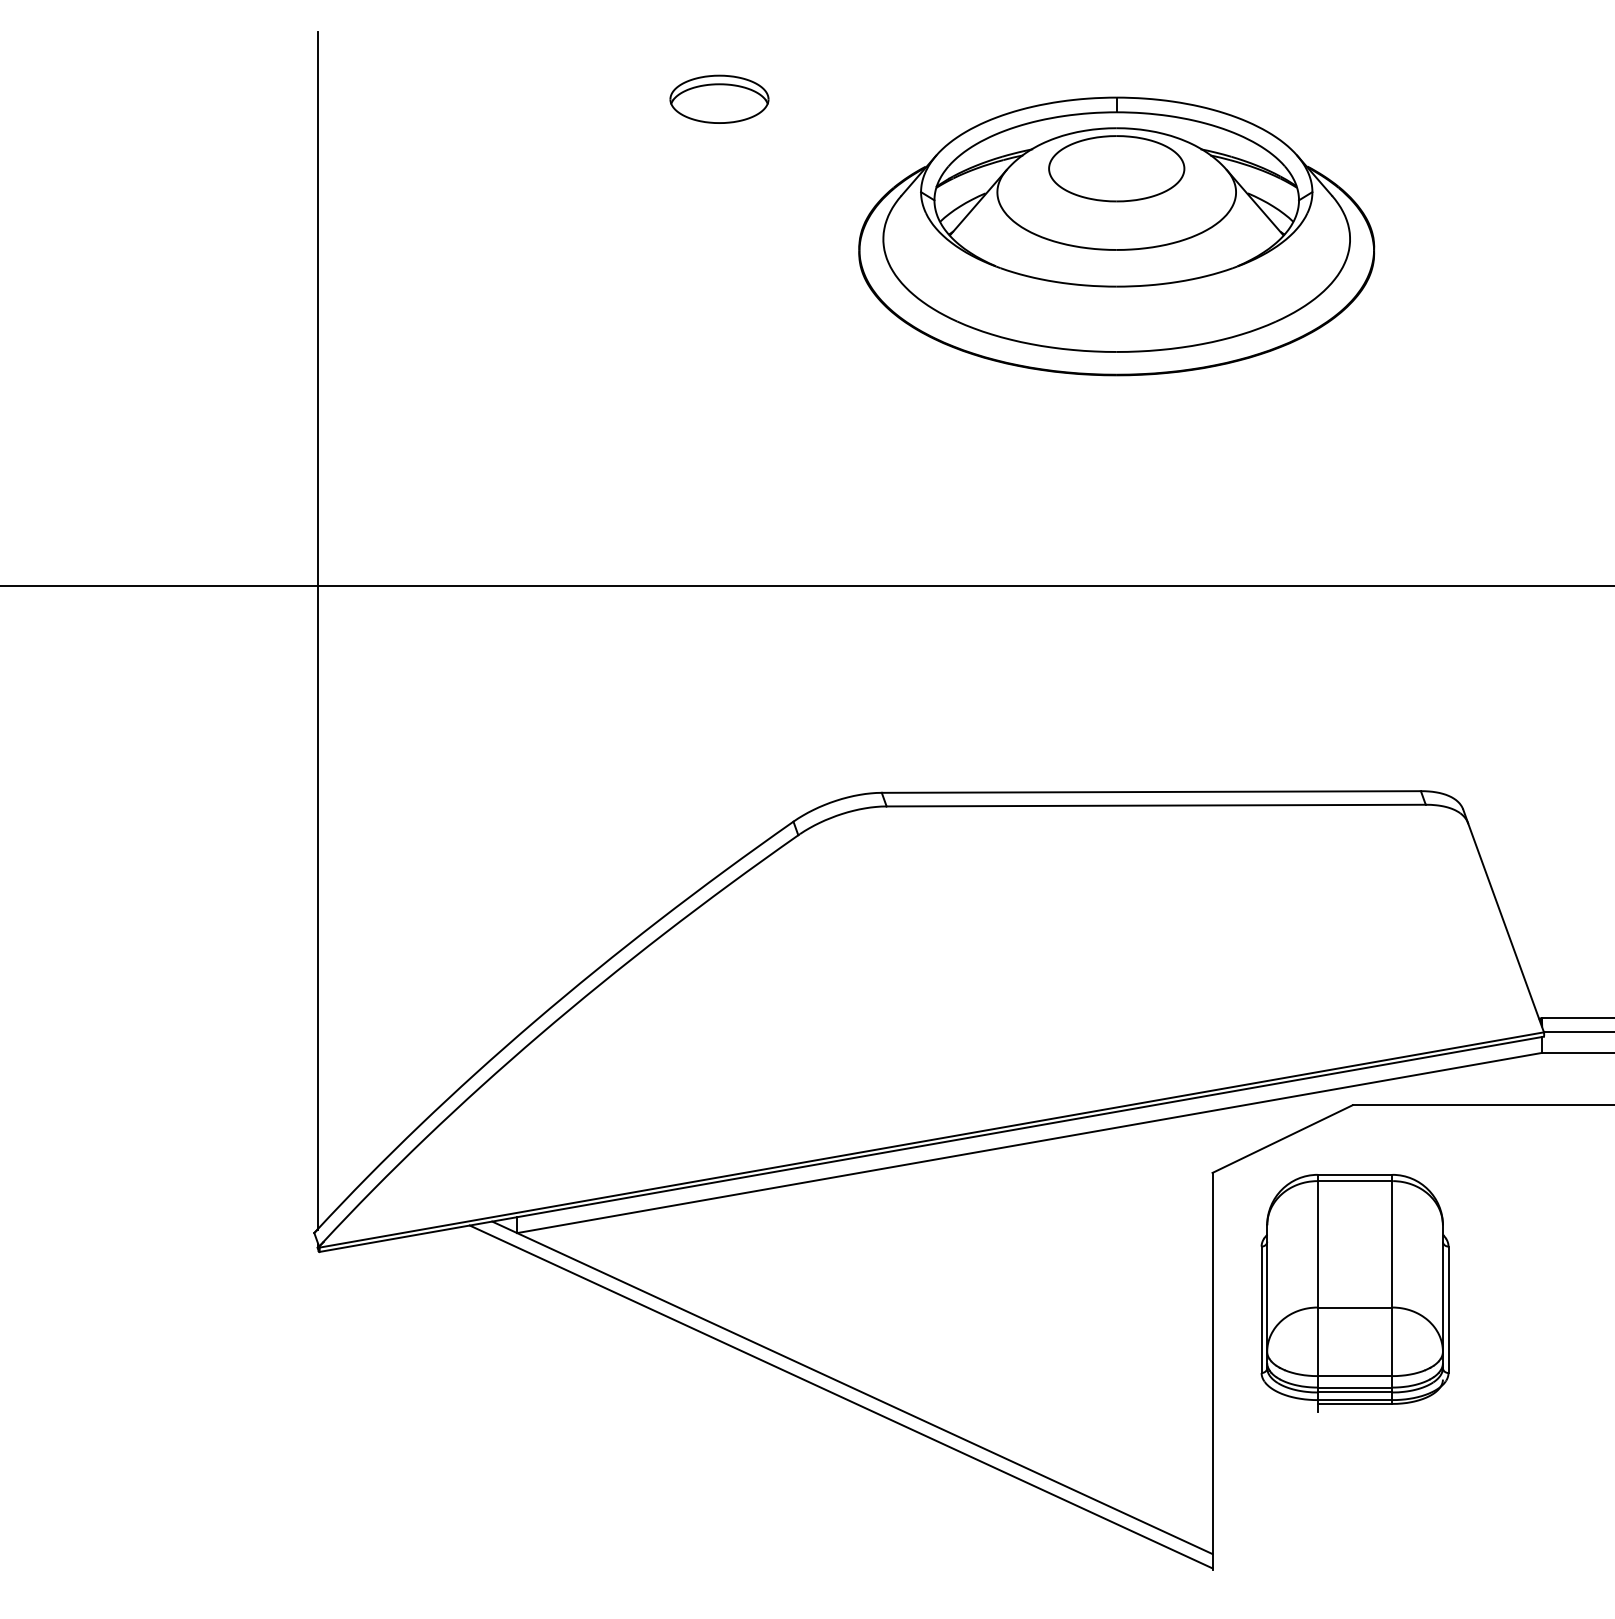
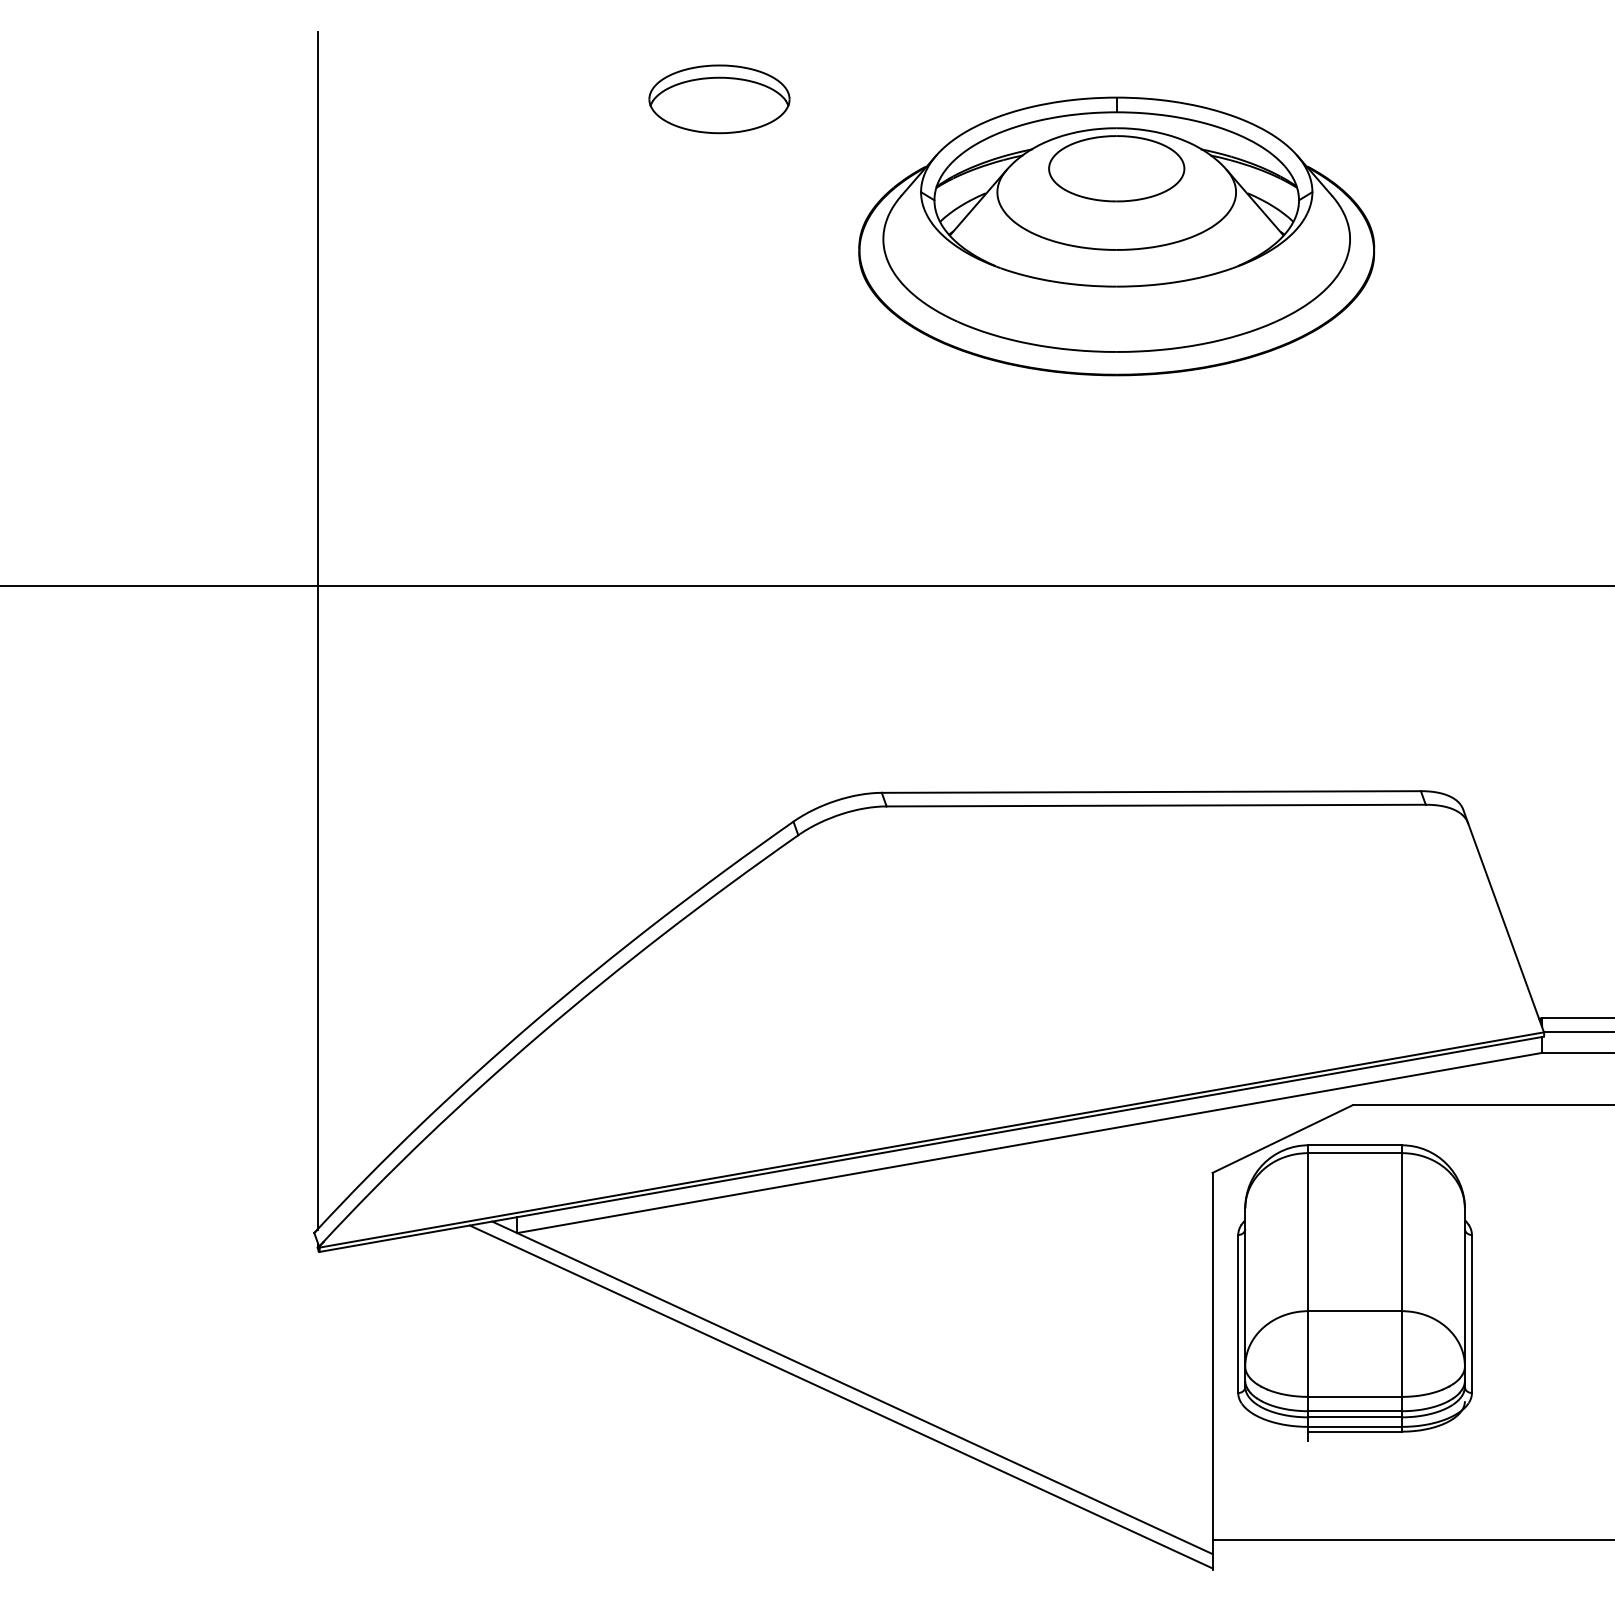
part at (719, 98) size: 101x50 px -> 143x71 px
part at (1354, 1293) size: 190x239 px -> 236x298 px
line at (1411, 1539): none -> present
